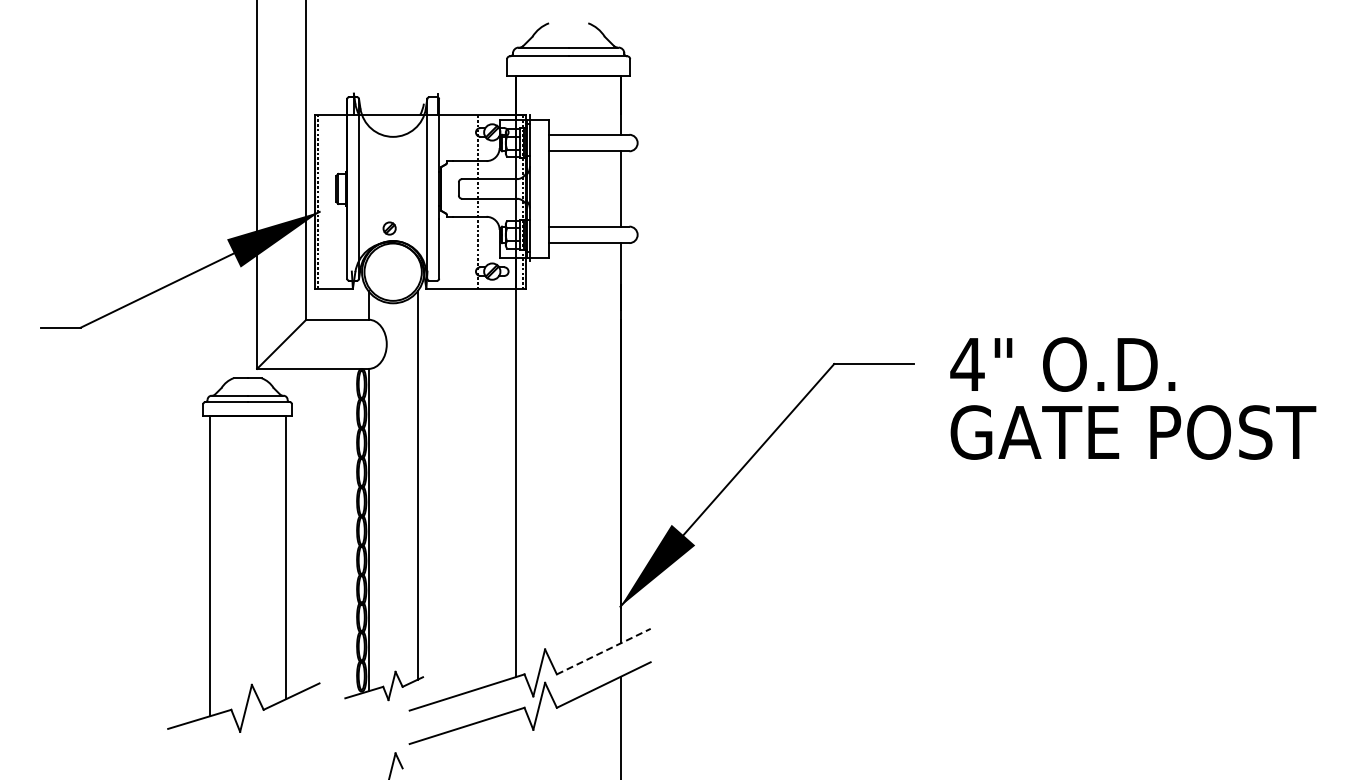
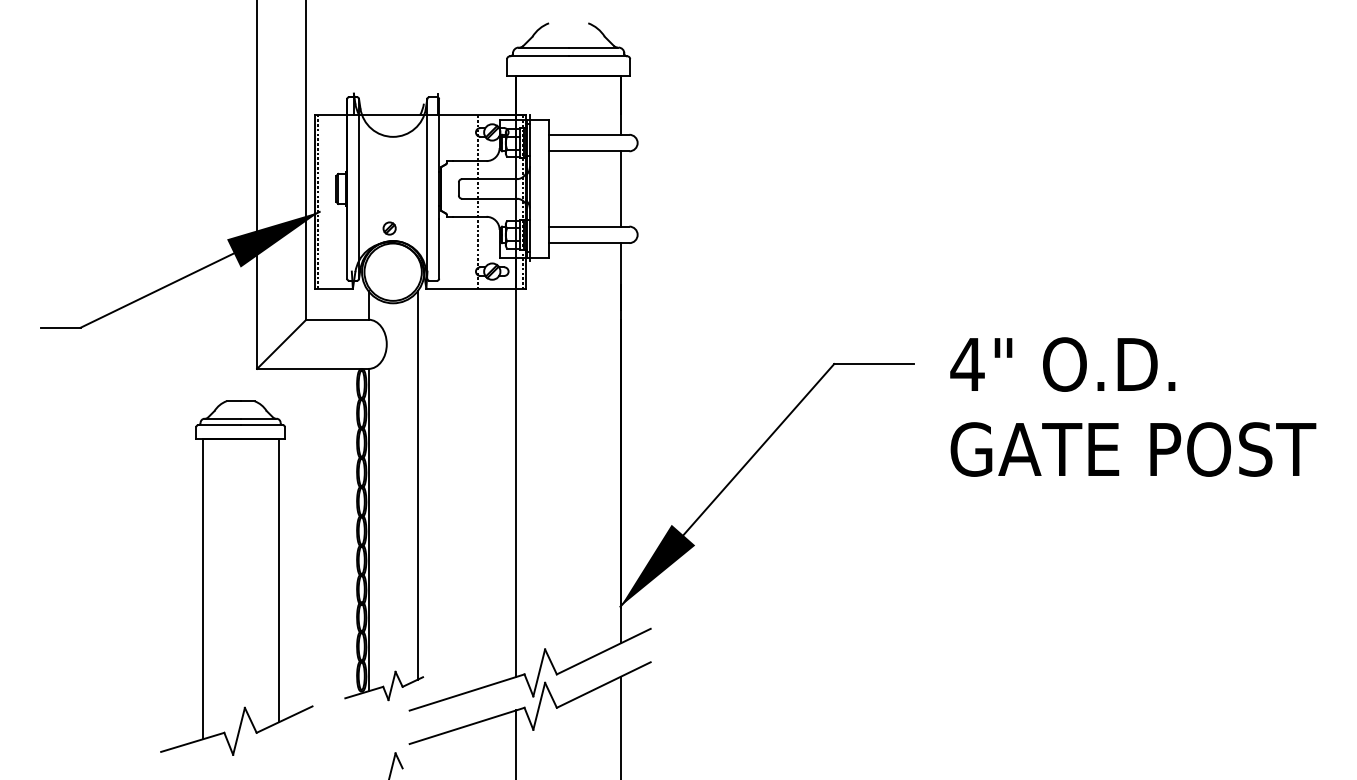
text at (1133, 432) position: (1133, 432) -> (1133, 449)
part at (243, 554) position: (243, 554) -> (236, 577)
line at (604, 651): dashed -> solid
line at (516, 743): none -> present
